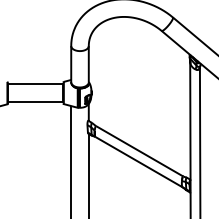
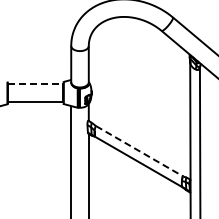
line at (35, 84): solid -> dashed
line at (140, 151): solid -> dashed
